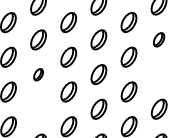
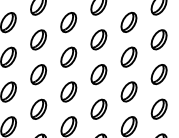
part at (159, 39) size: 13x16 px -> 18x22 px
part at (38, 74) size: 11x14 px -> 17x22 px
part at (158, 74): none -> present
part at (38, 108): none -> present
